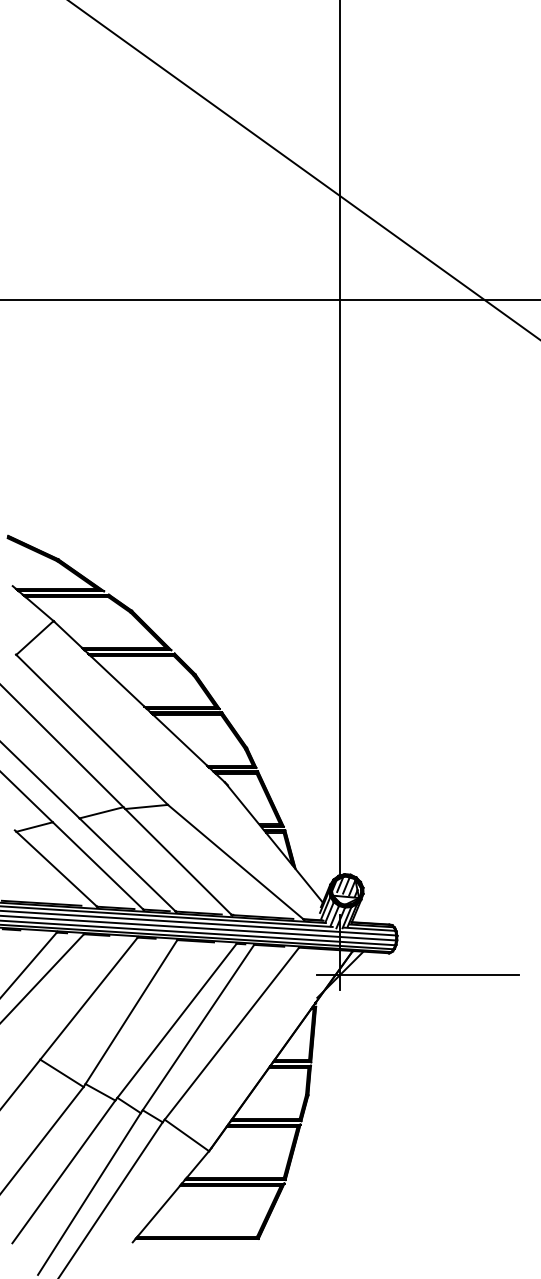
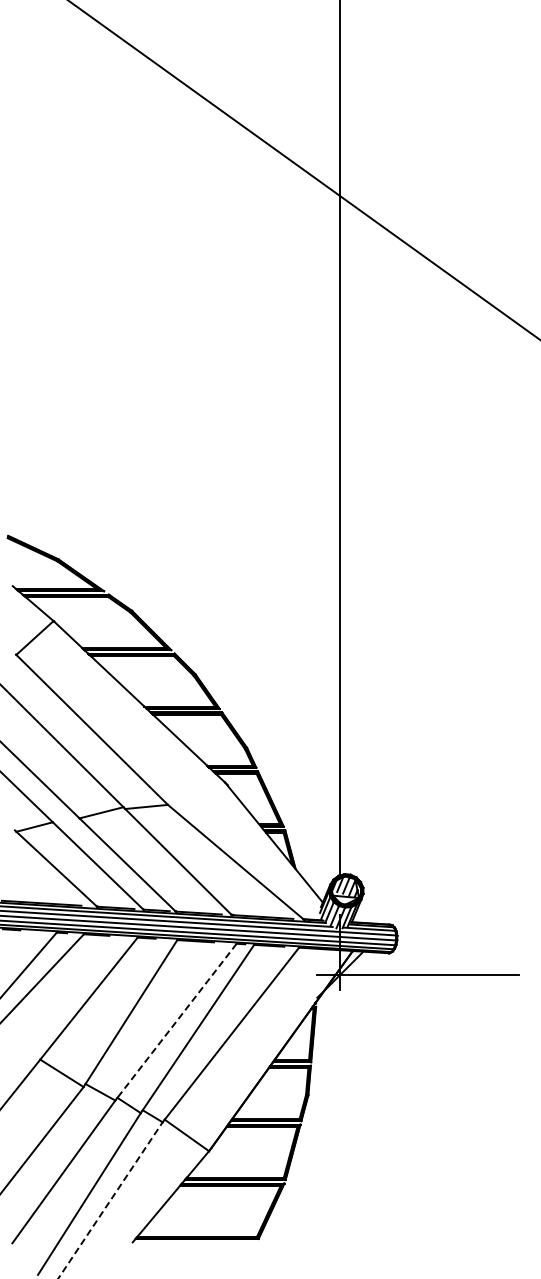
line at (269, 300): present -> none
line at (176, 1021): solid -> dashed
line at (110, 1200): solid -> dashed
